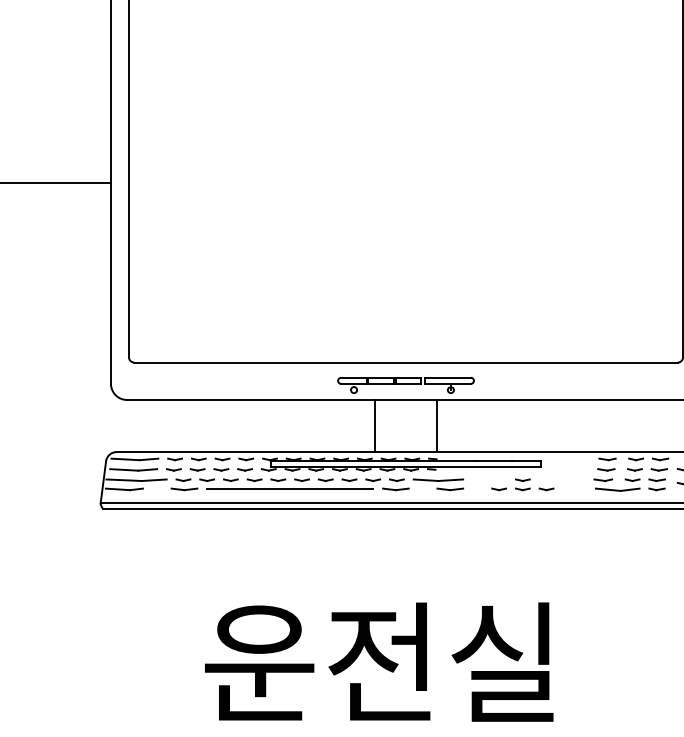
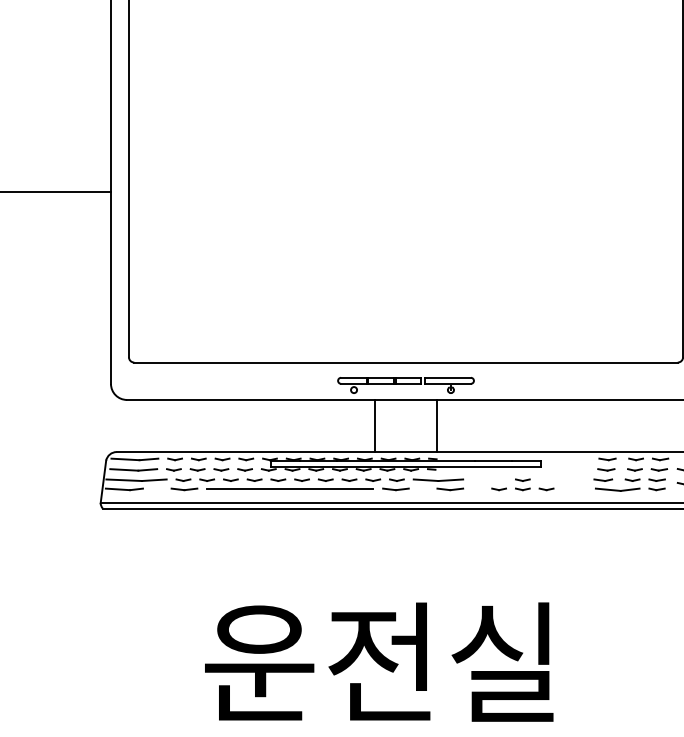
line at (56, 182) position: (56, 182) -> (56, 191)
